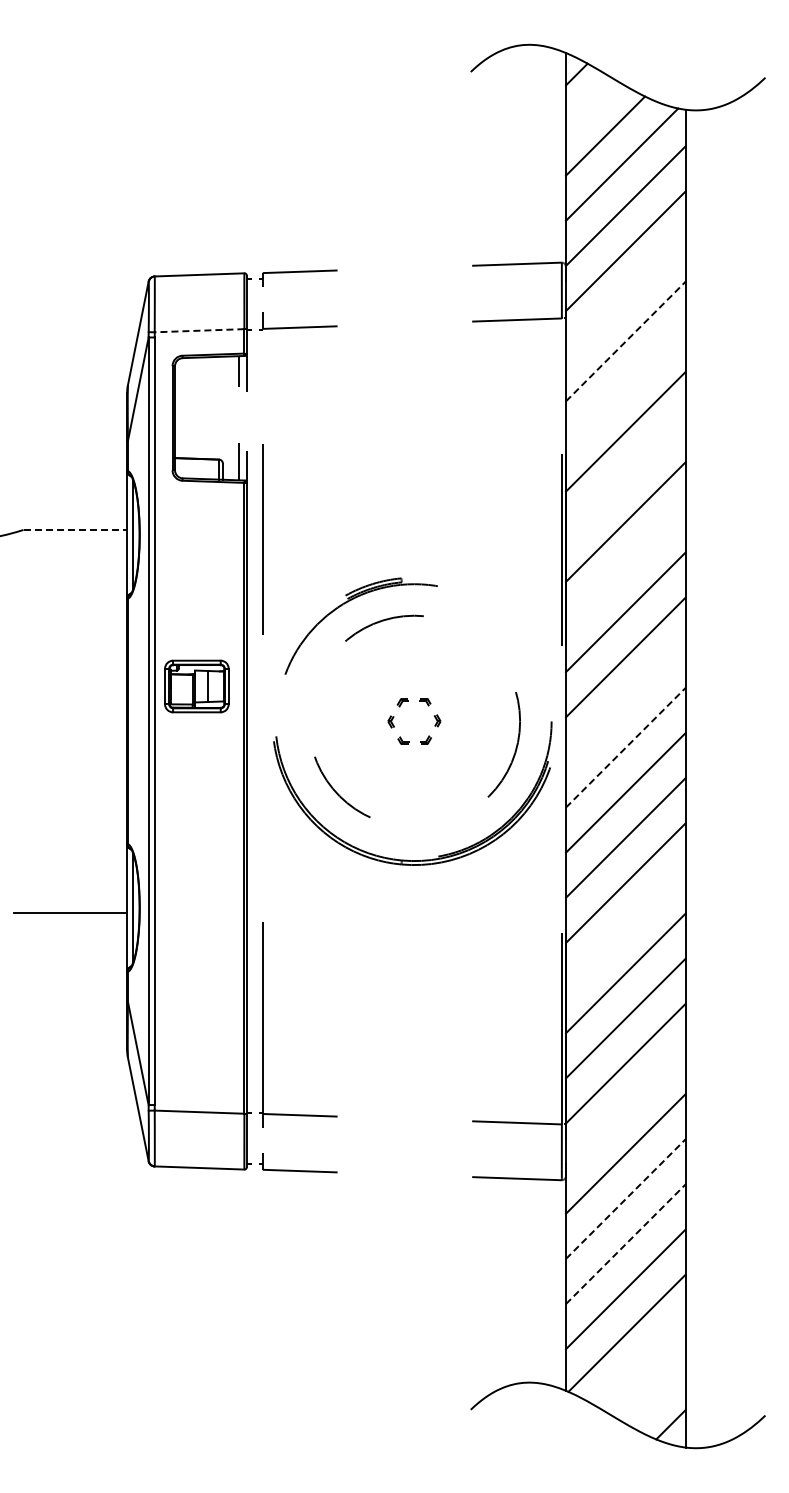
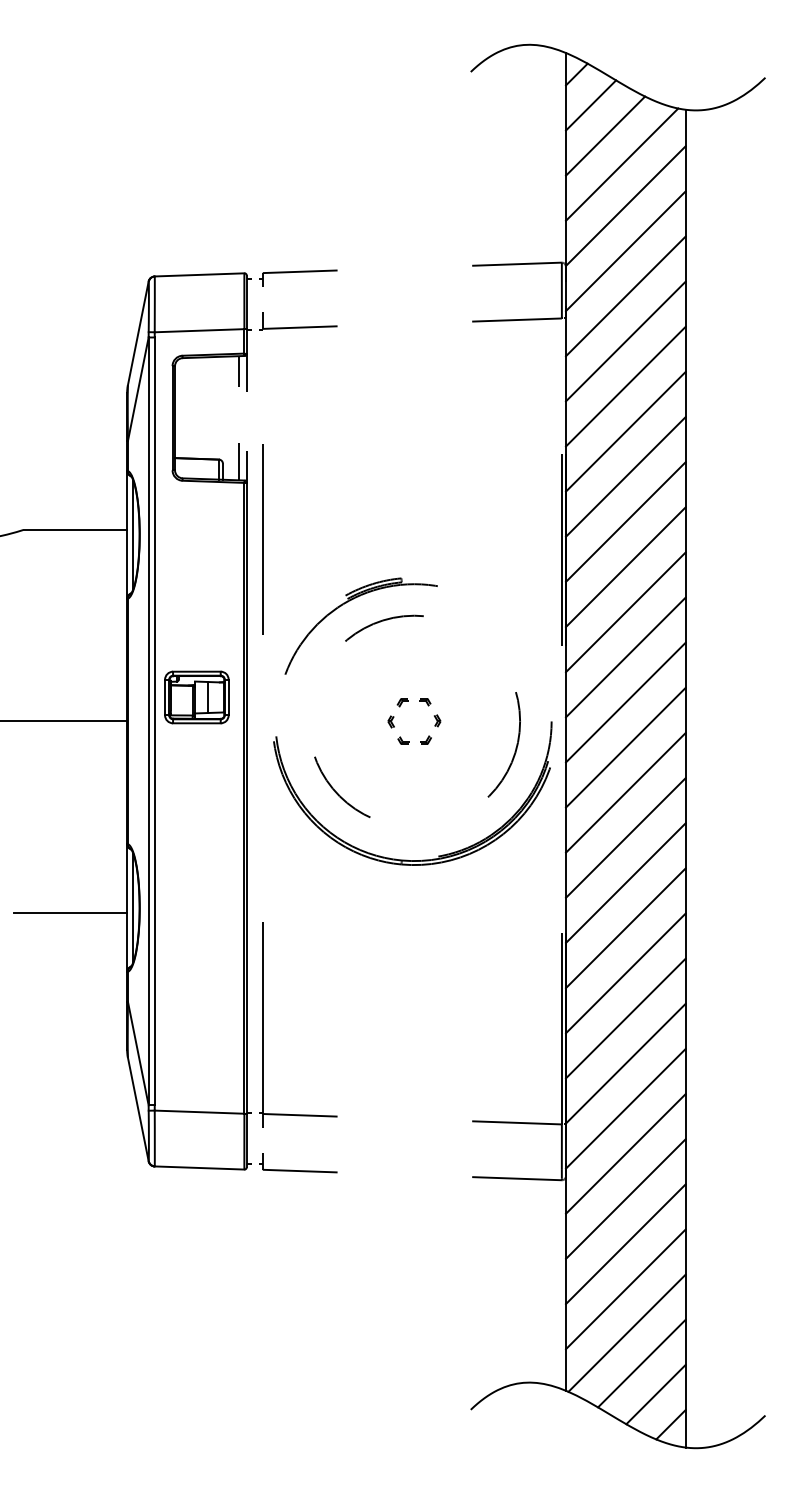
line at (591, 105): none -> present
line at (625, 296): none -> present
line at (199, 330): dashed -> solid
line at (625, 341): dashed -> solid
line at (625, 386): none -> present
line at (625, 476): none -> present
line at (75, 529): dashed -> solid
line at (625, 567): none -> present
part at (196, 686) position: (196, 686) -> (196, 697)
line at (625, 702): none -> present
line at (64, 721): none -> present
line at (625, 747): dashed -> solid
line at (625, 928): none -> present
line at (625, 1108): none -> present
line at (625, 1199): dashed -> solid
line at (625, 1244): dashed -> solid
line at (641, 1363): none -> present
line at (655, 1394): none -> present
